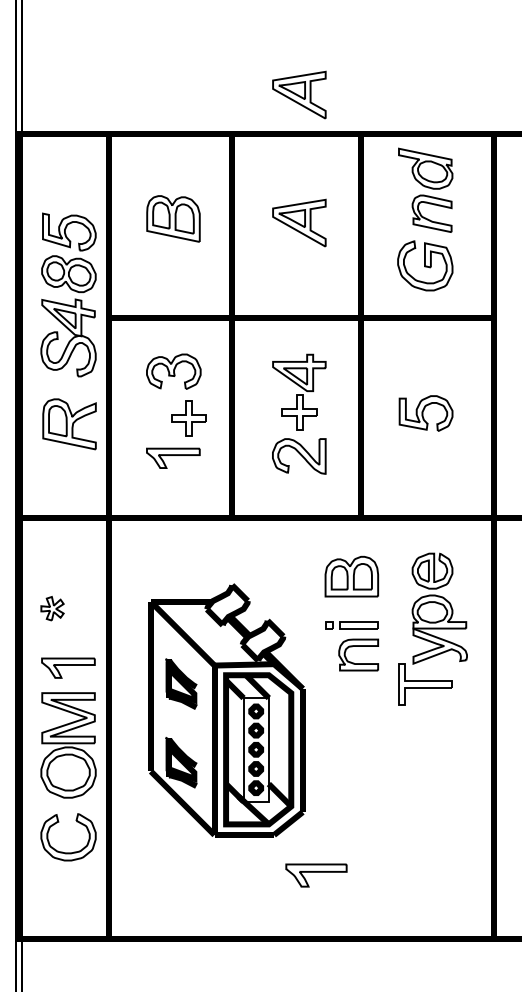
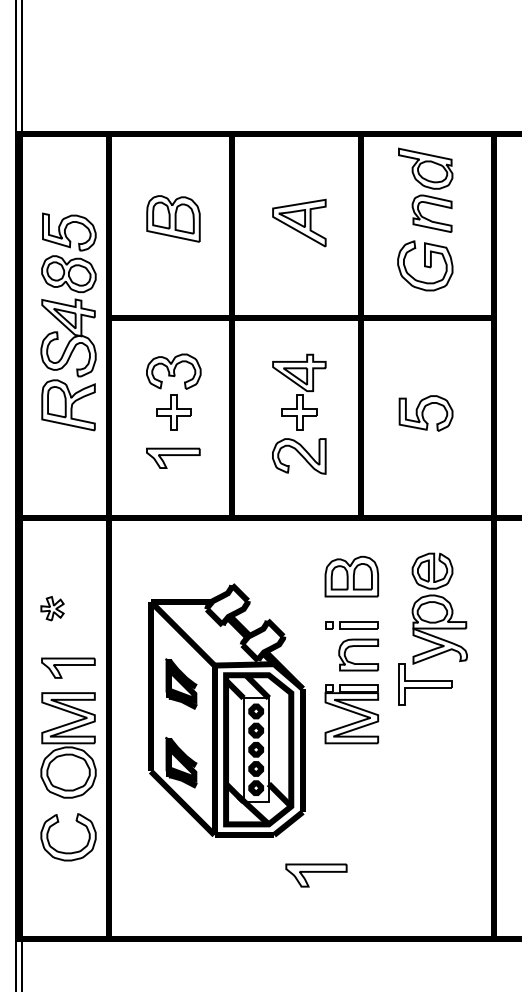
part at (299, 94): present -> none
part at (188, 418) position: (188, 418) -> (173, 412)
part at (69, 424) position: (69, 424) -> (68, 405)
part at (351, 714): none -> present
